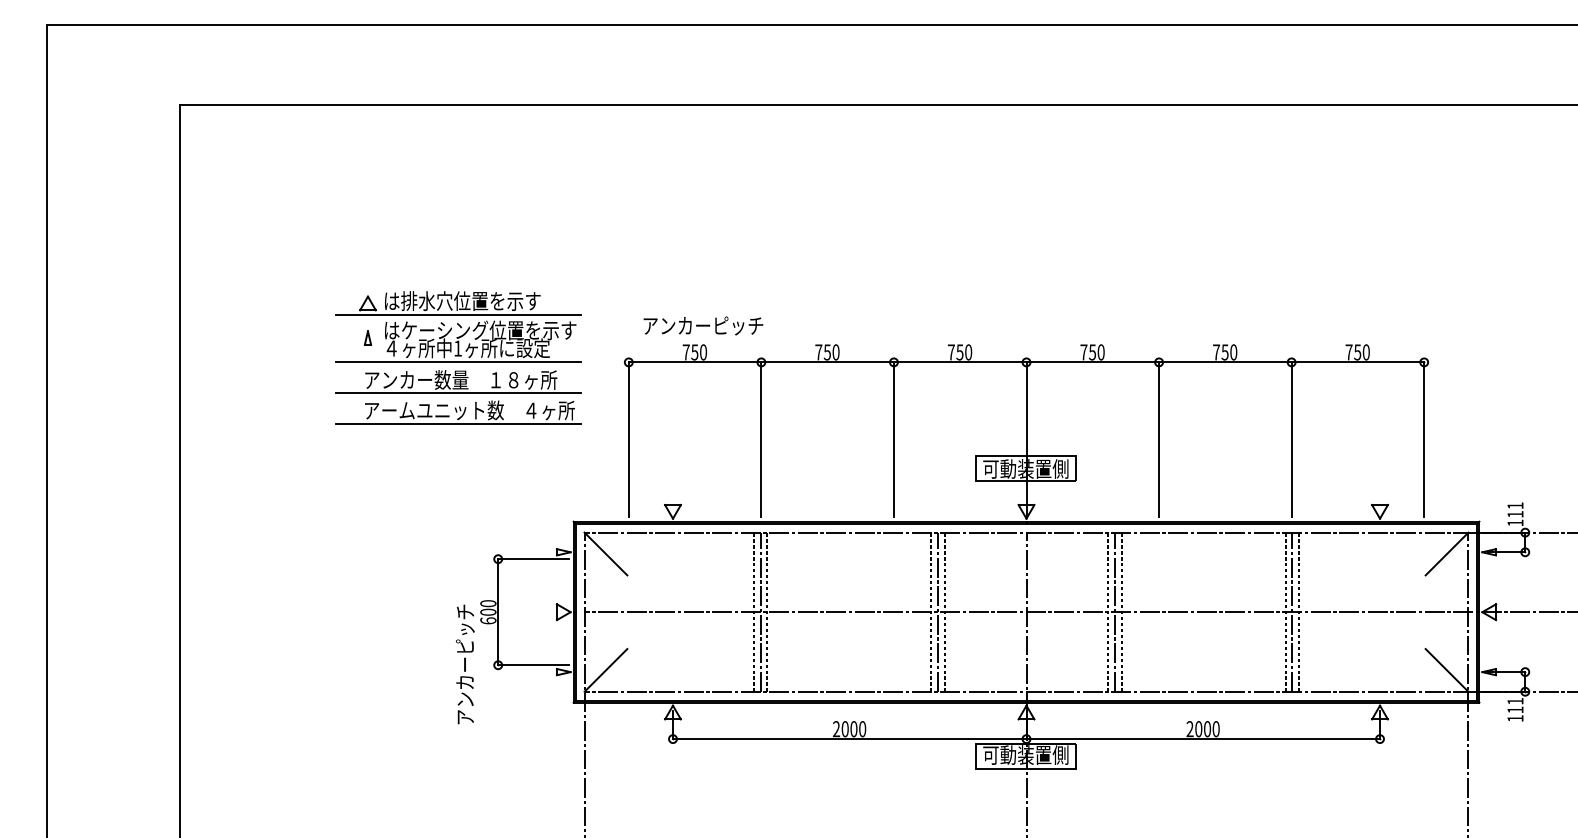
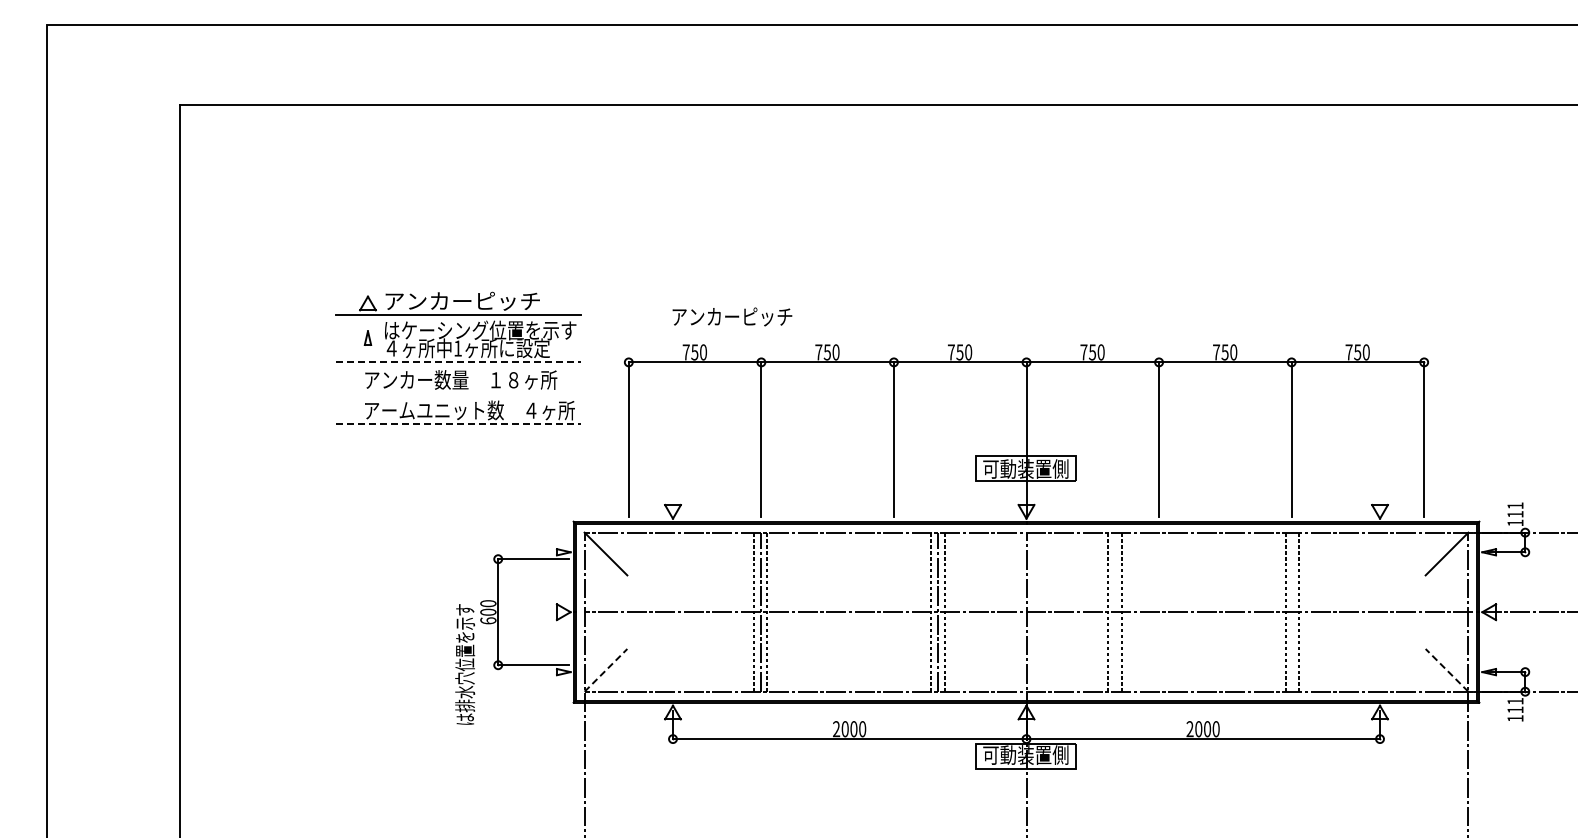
text at (462, 301): は排水穴位置を示す -> アンカーピッチ
text at (703, 325) position: (703, 325) -> (732, 316)
line at (458, 362): solid -> dashed
line at (458, 393): present -> none
line at (458, 423): solid -> dashed
line at (1115, 611): present -> none
line at (1292, 611): present -> none
text at (465, 664): アンカーピッチ -> は排水穴位置を示す
line at (606, 670): solid -> dashed
line at (1446, 670): solid -> dashed
